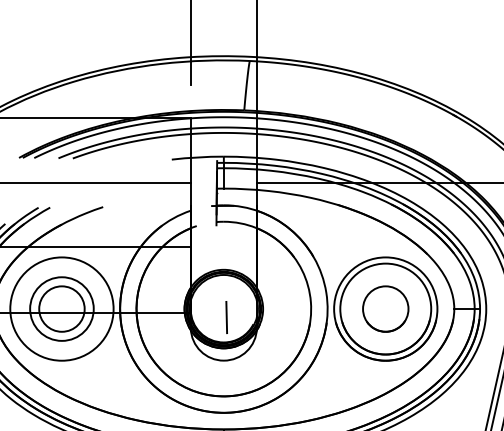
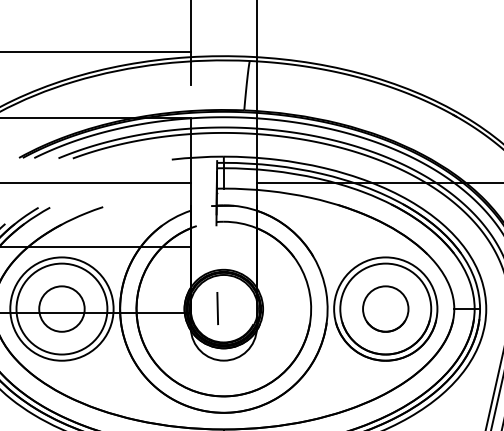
line at (96, 51): none -> present
circle at (61, 308) diameter: 64 px -> 91 px
line at (226, 317) position: (226, 317) -> (217, 308)
